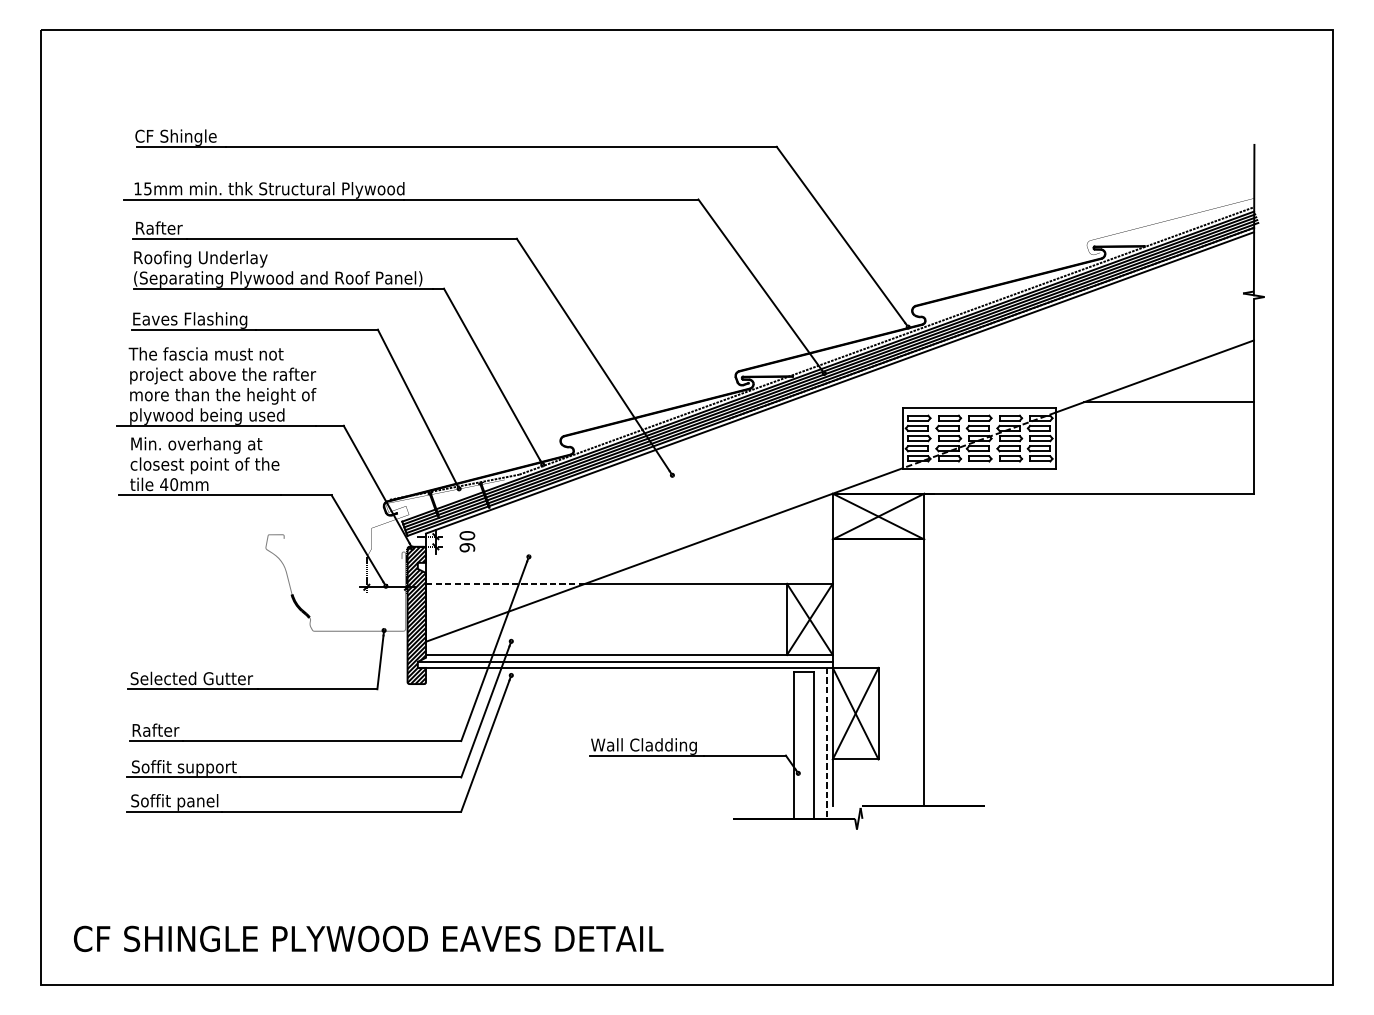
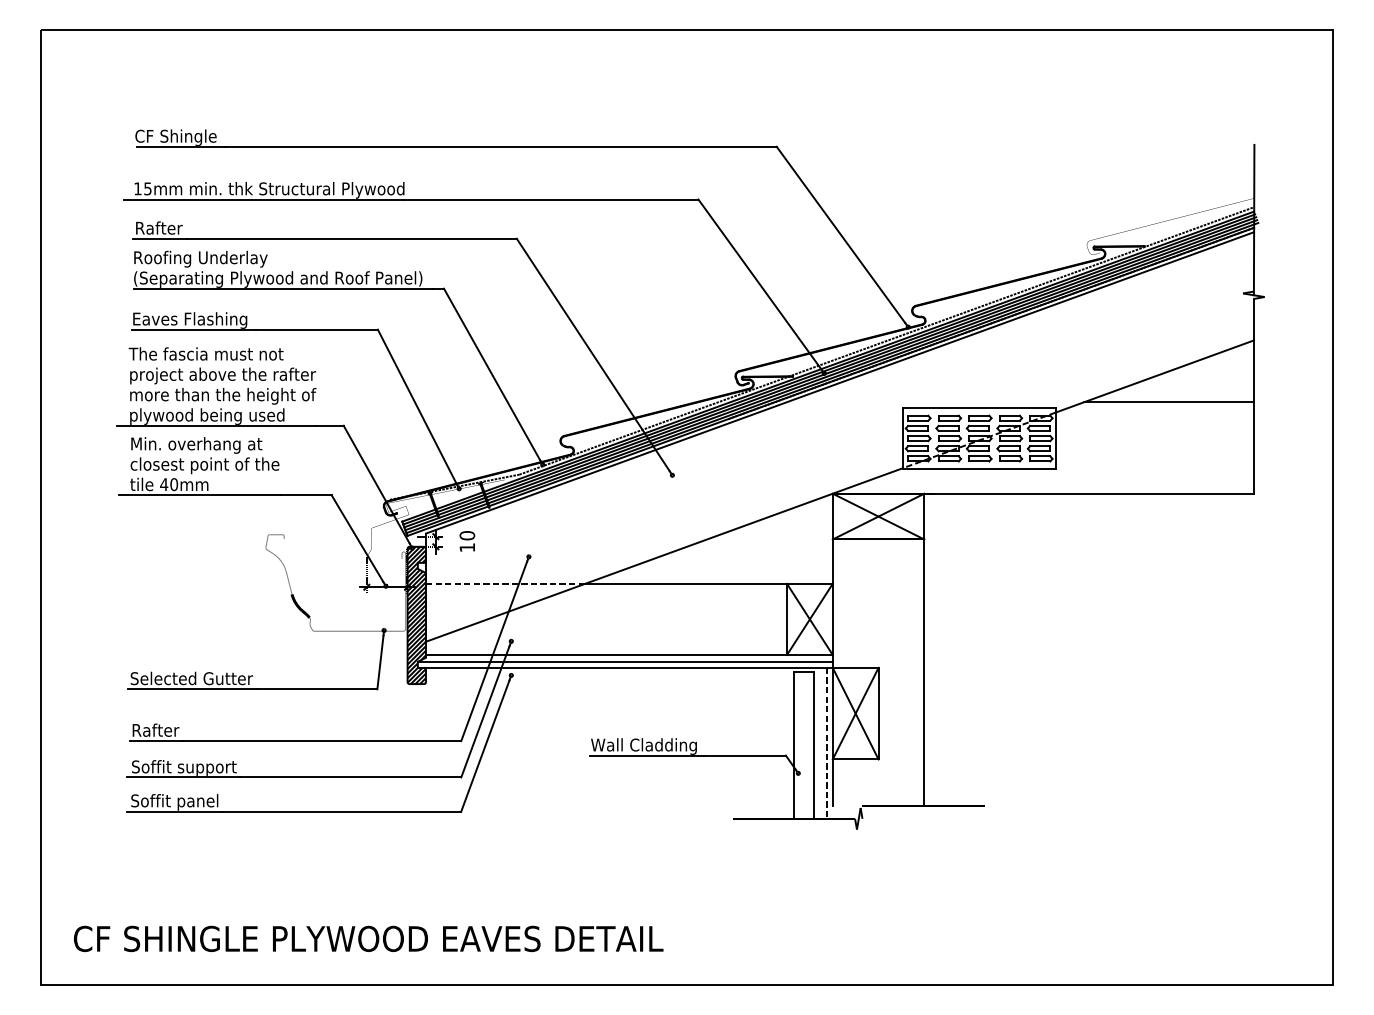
text at (467, 547): 90 -> 10
